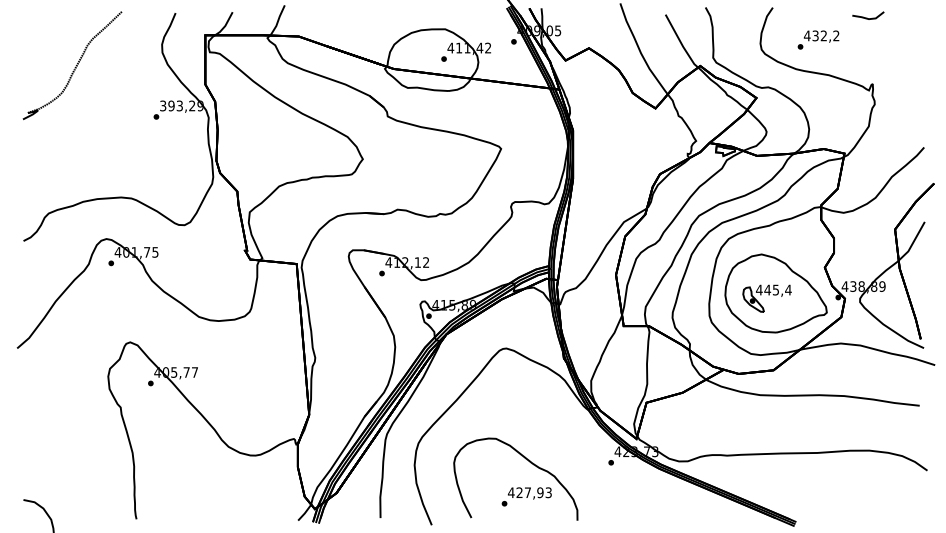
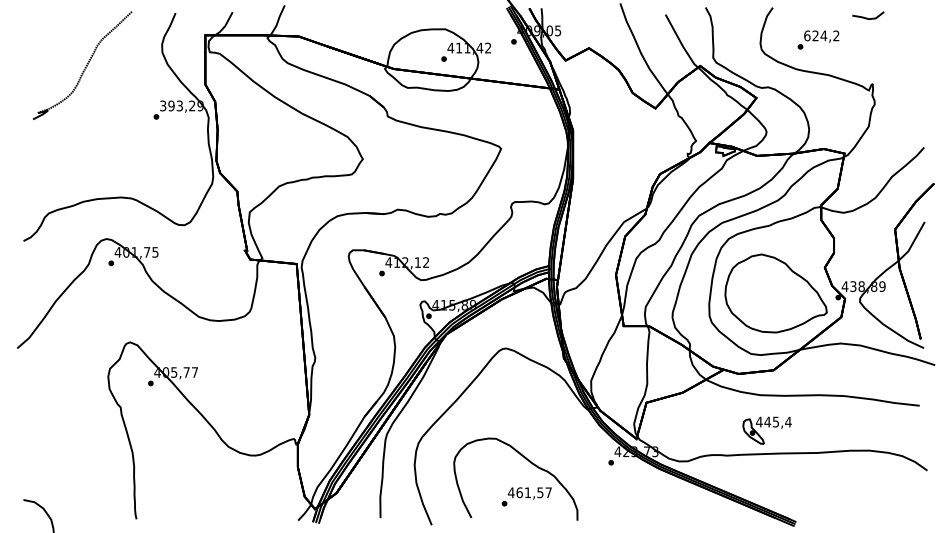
text at (815, 35): 432,2 -> 624,2
part at (72, 65) position: (72, 65) -> (82, 65)
part at (766, 298) position: (766, 298) -> (766, 430)
text at (533, 492): 427,93 -> 461,57
